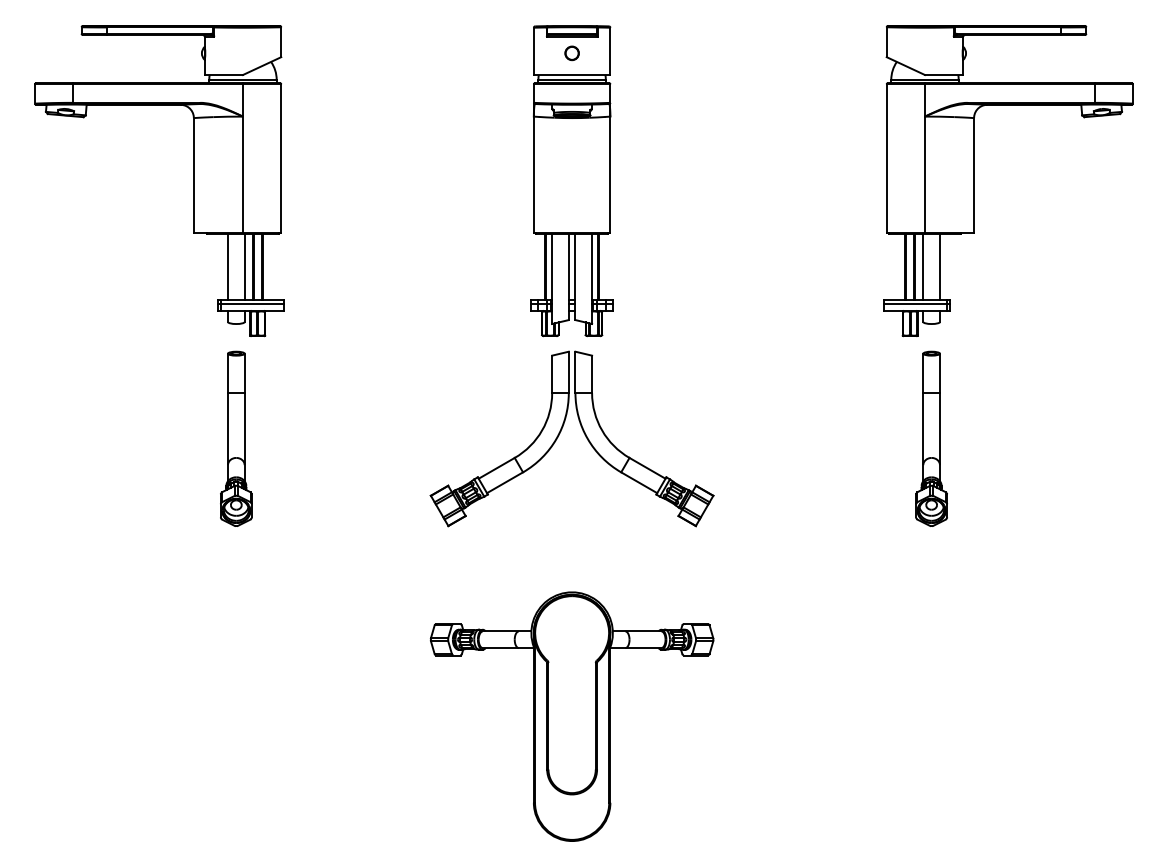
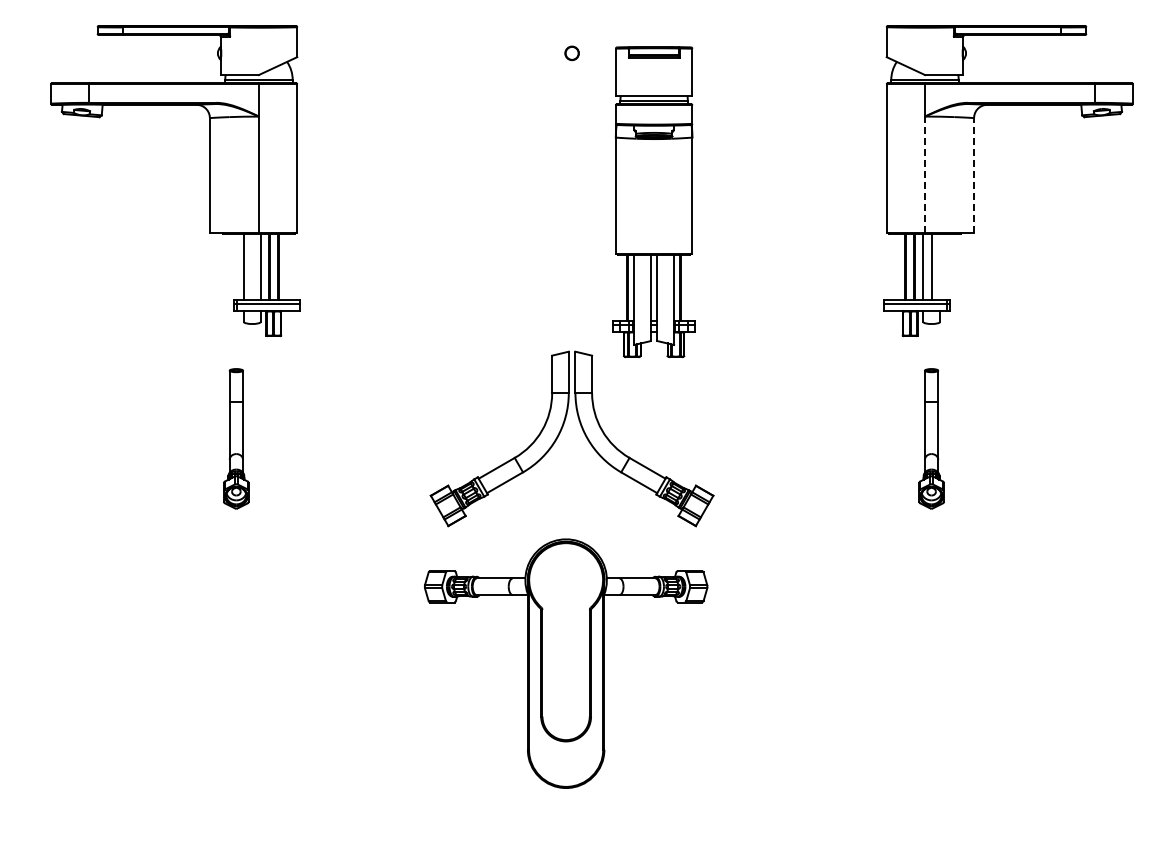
line at (924, 174): solid -> dashed
line at (974, 175): solid -> dashed
part at (193, 181) position: (193, 181) -> (209, 181)
part at (571, 181) position: (571, 181) -> (653, 202)
line at (939, 266) position: (939, 266) -> (931, 266)
part at (236, 438) size: 33x177 px -> 27x142 px
part at (931, 438) size: 33x177 px -> 27x142 px
part at (571, 716) position: (571, 716) -> (565, 663)
